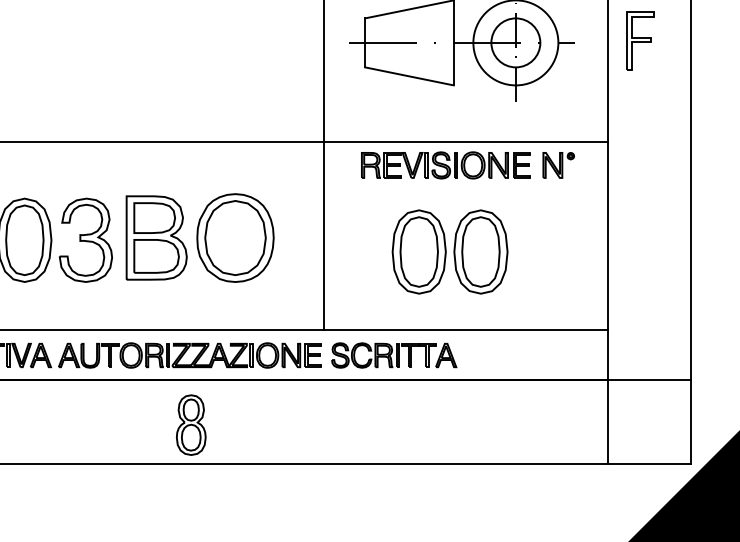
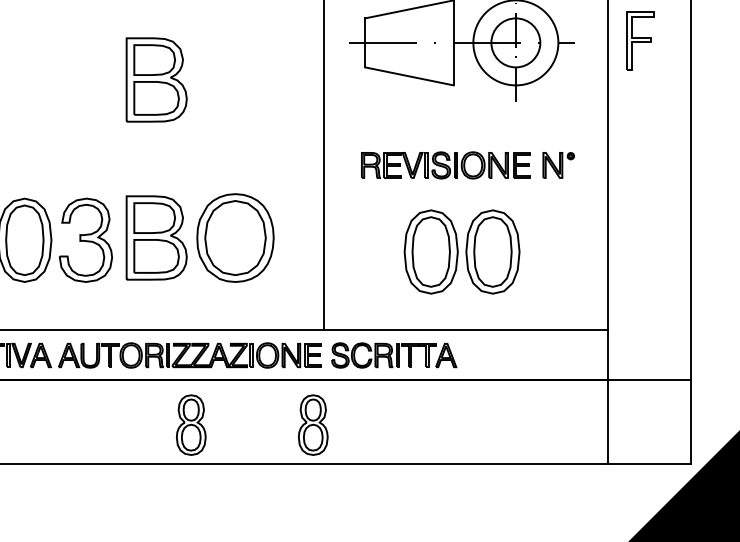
part at (156, 79): none -> present
line at (304, 141): present -> none
part at (449, 251) position: (449, 251) -> (461, 251)
part at (313, 424): none -> present
